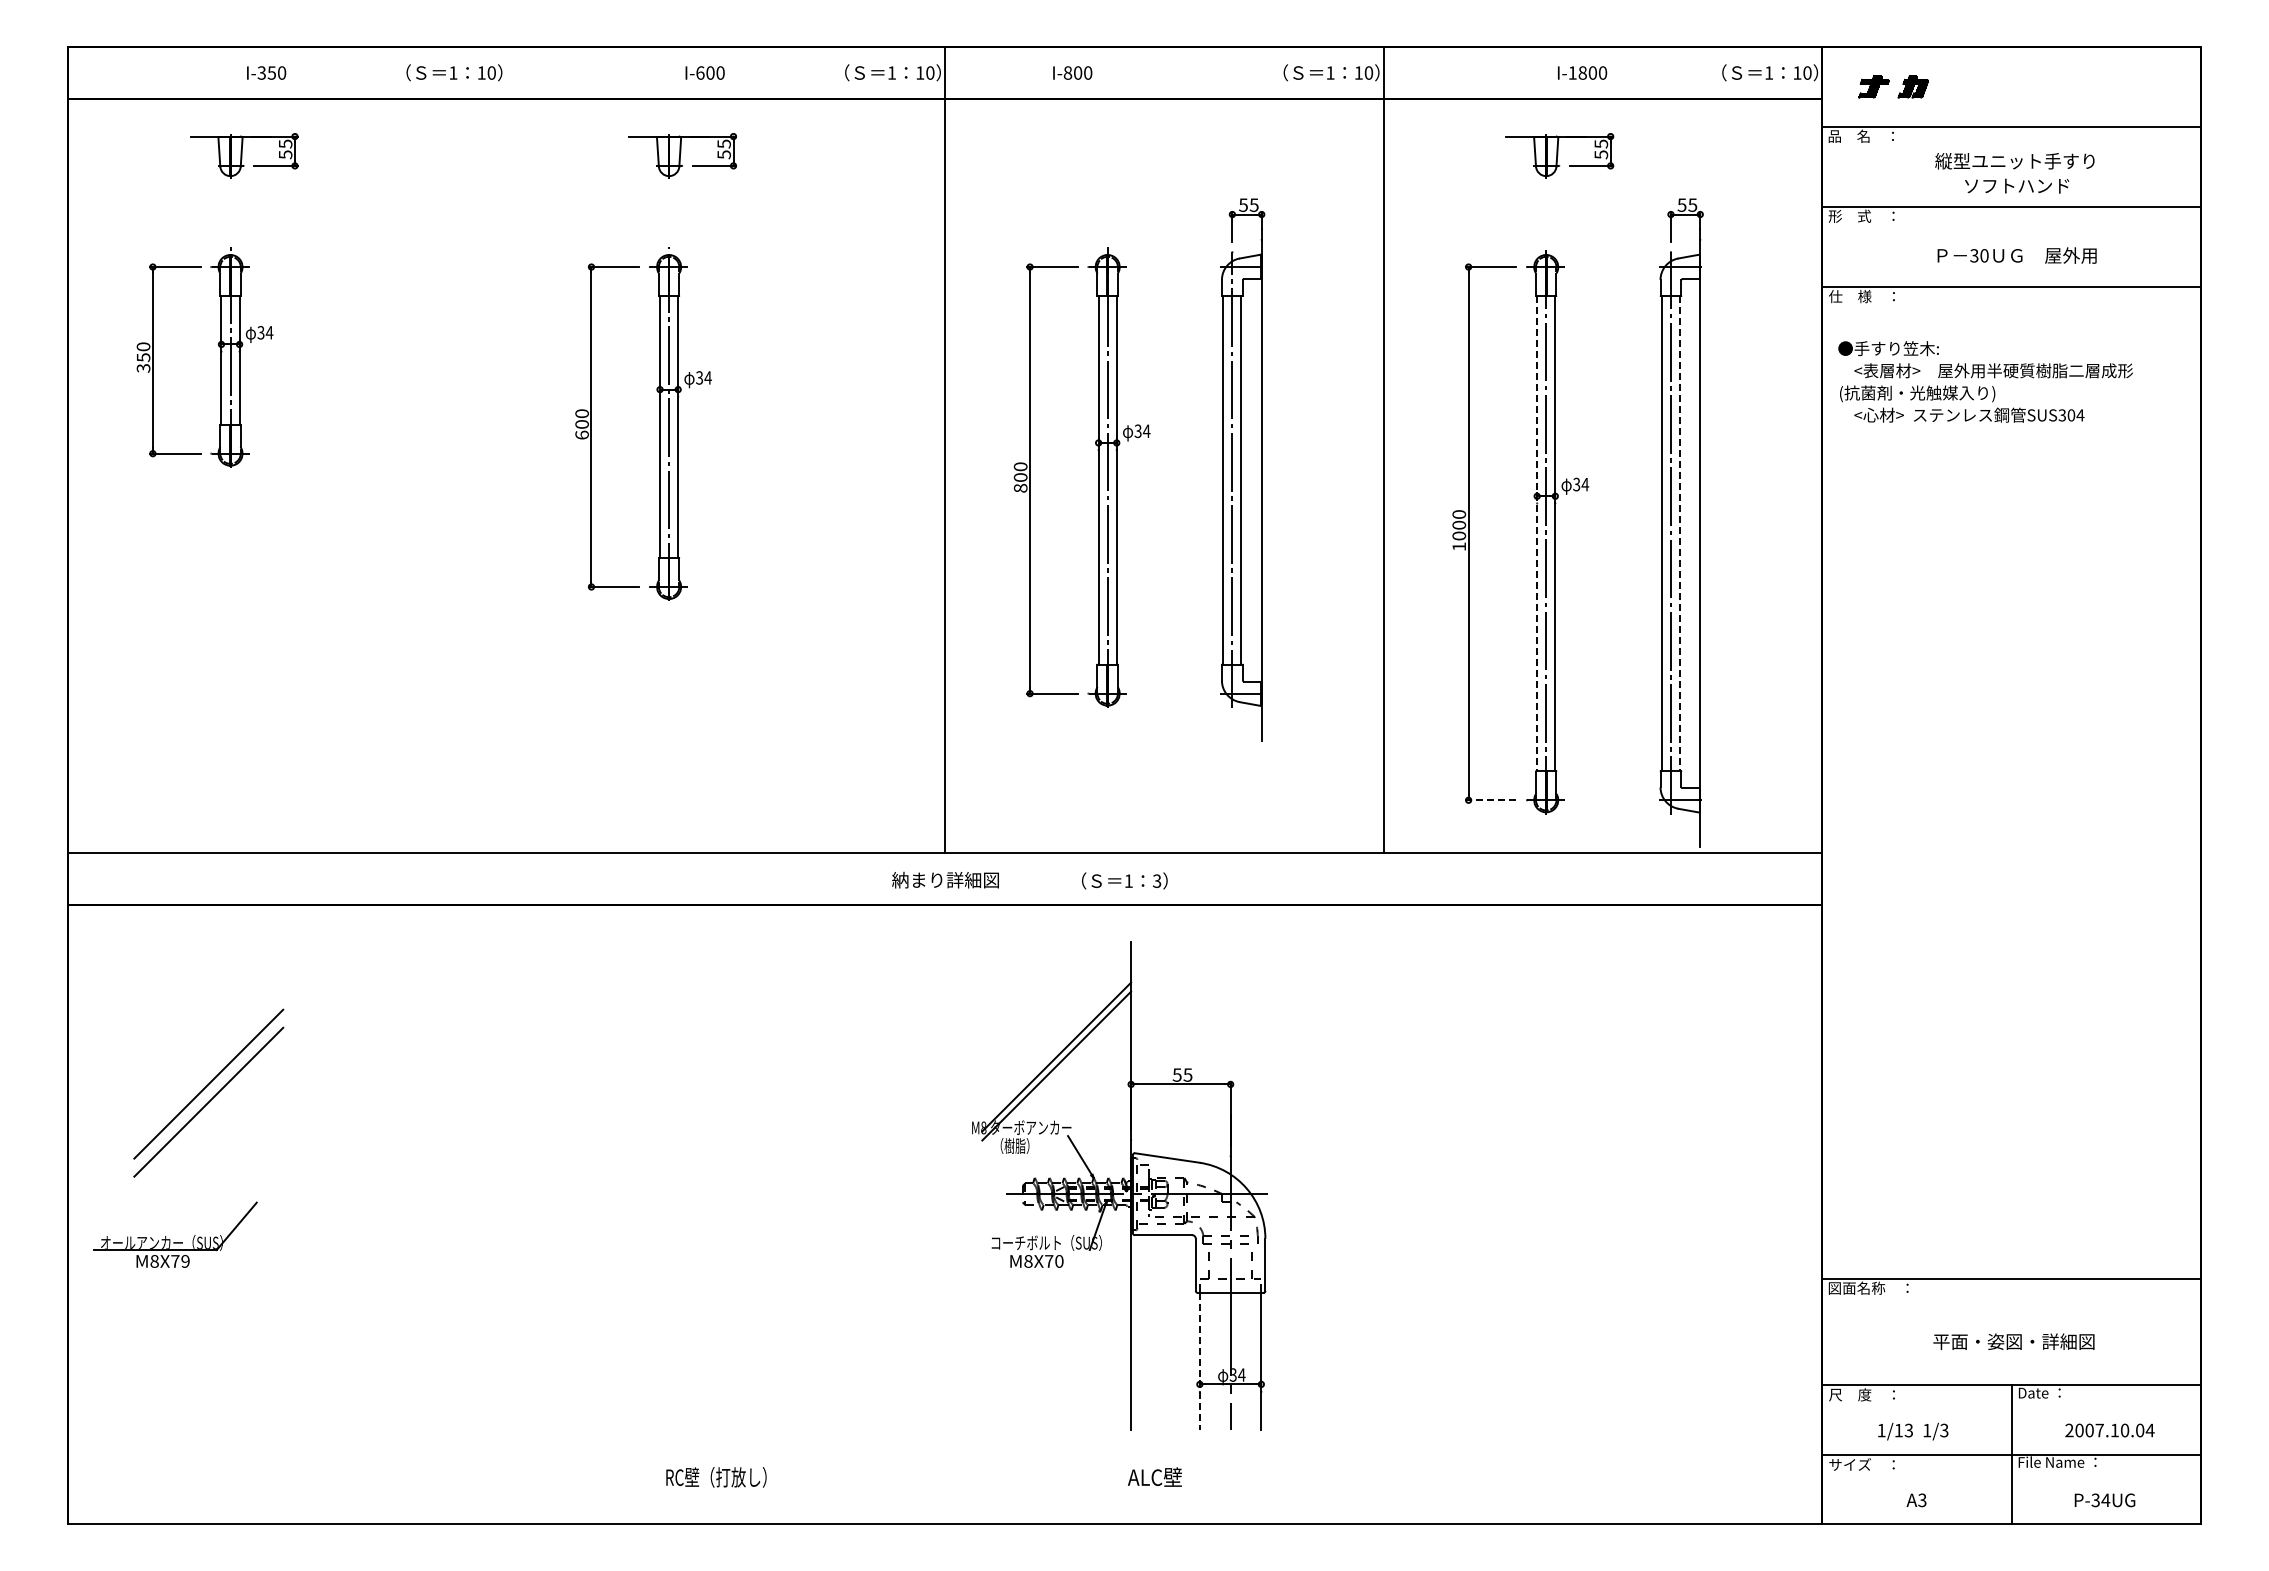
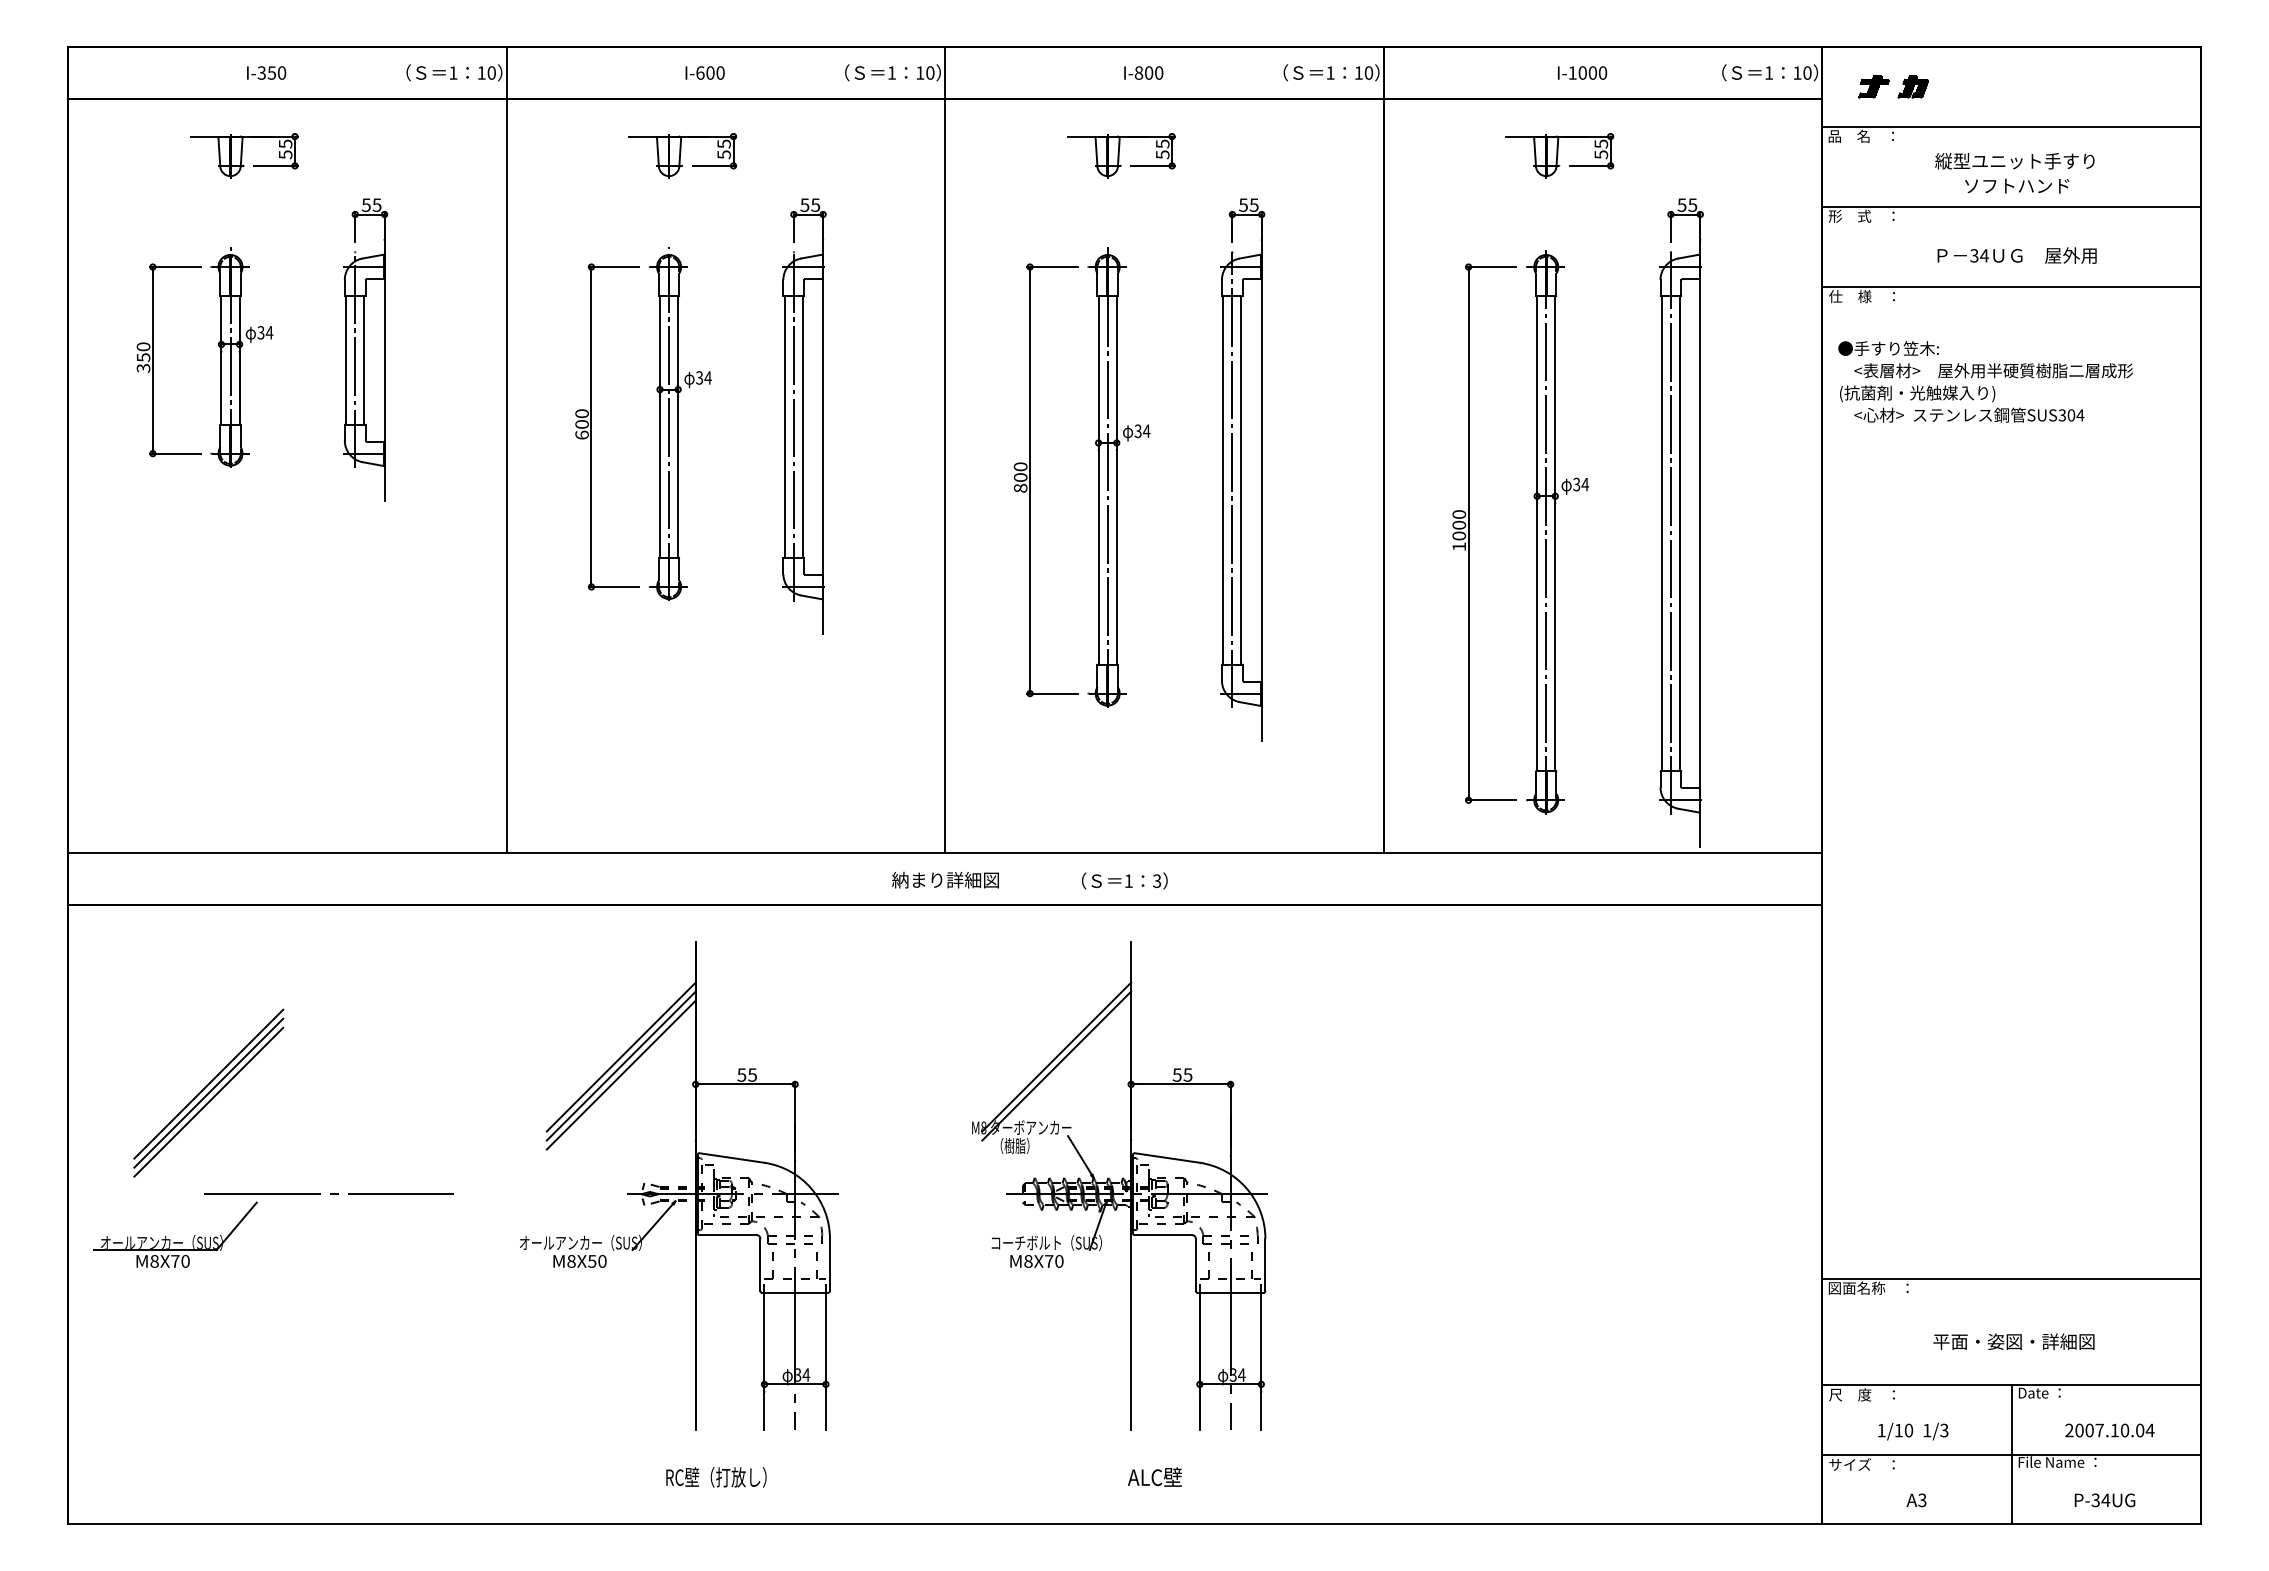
text at (1072, 72) position: (1072, 72) -> (1143, 72)
text at (1582, 72): I-1800 -> I-1000
part at (1121, 155): none -> present
text at (1984, 255): 30 -> 34
part at (365, 349): none -> present
part at (804, 416): none -> present
line at (506, 450): none -> present
line at (1537, 533): dashed -> solid
line at (1680, 533): dashed -> solid
line at (1490, 800): dashed -> solid
line at (208, 1092): none -> present
part at (679, 1185): none -> present
line at (328, 1194): none -> present
text at (185, 1261): M8X79 -> M8X70
line at (1199, 1361): dashed -> solid
text at (1908, 1430): 1/13 -> 1/10
